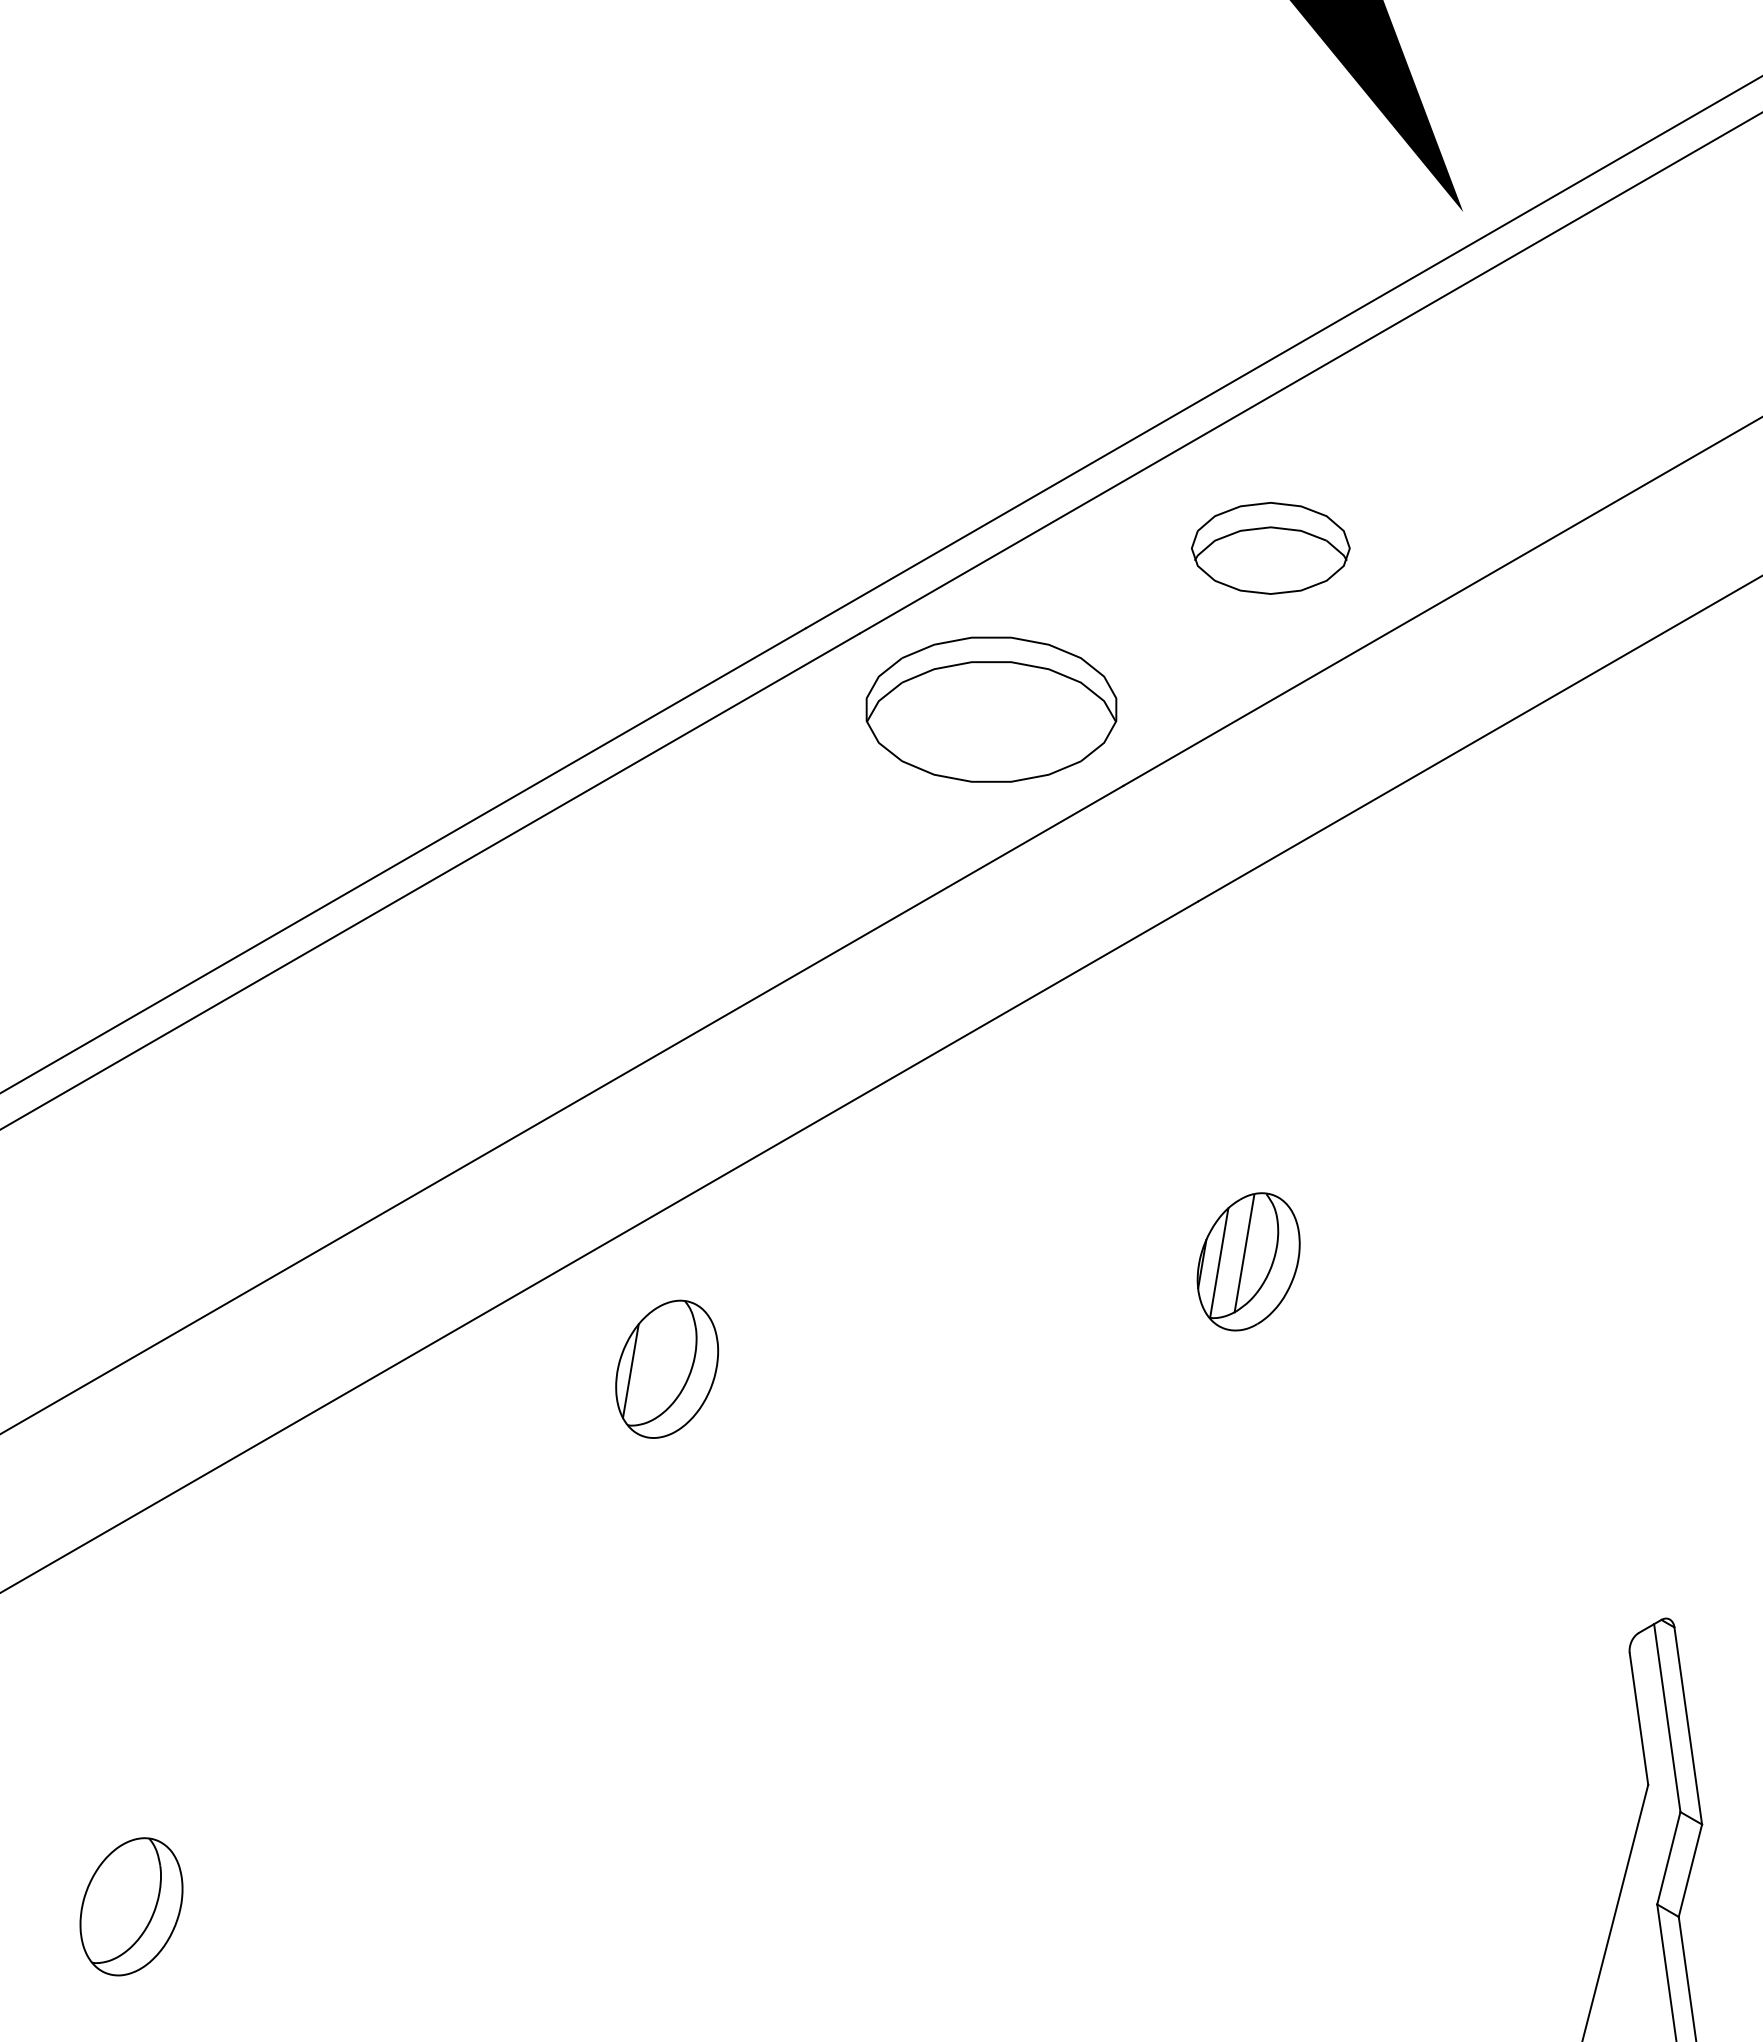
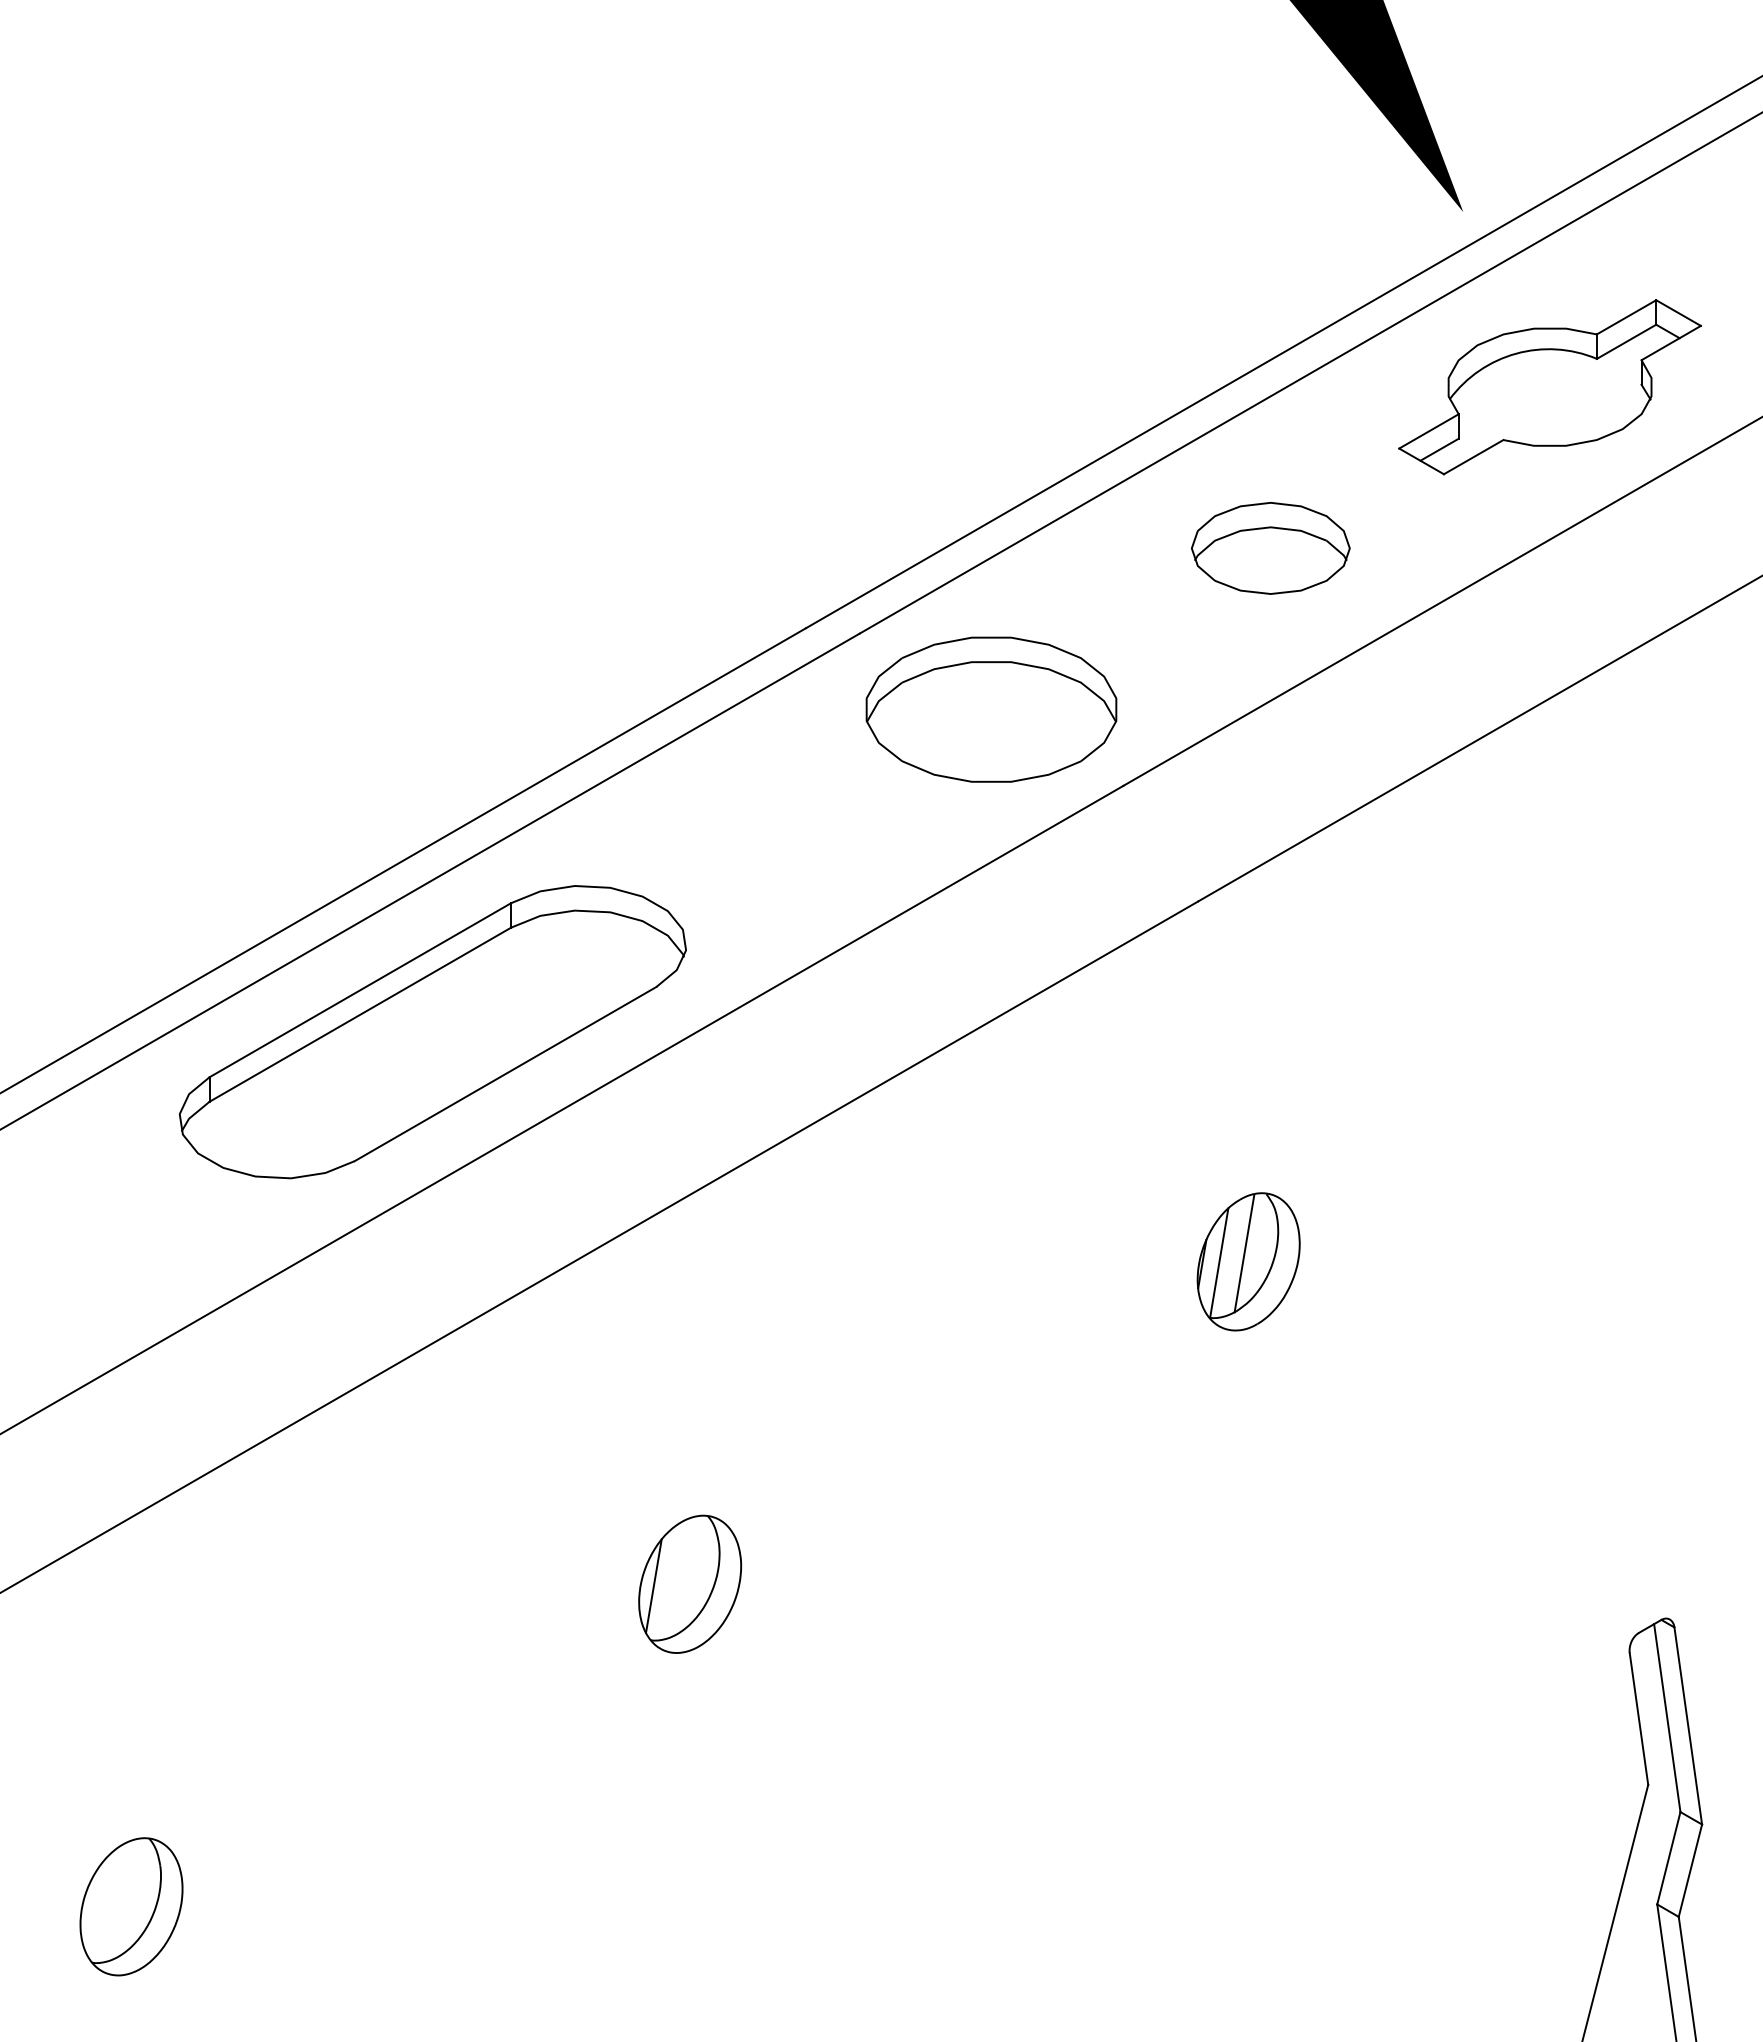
part at (1549, 387): none -> present
part at (432, 1032): none -> present
part at (667, 1368) position: (667, 1368) -> (690, 1583)
